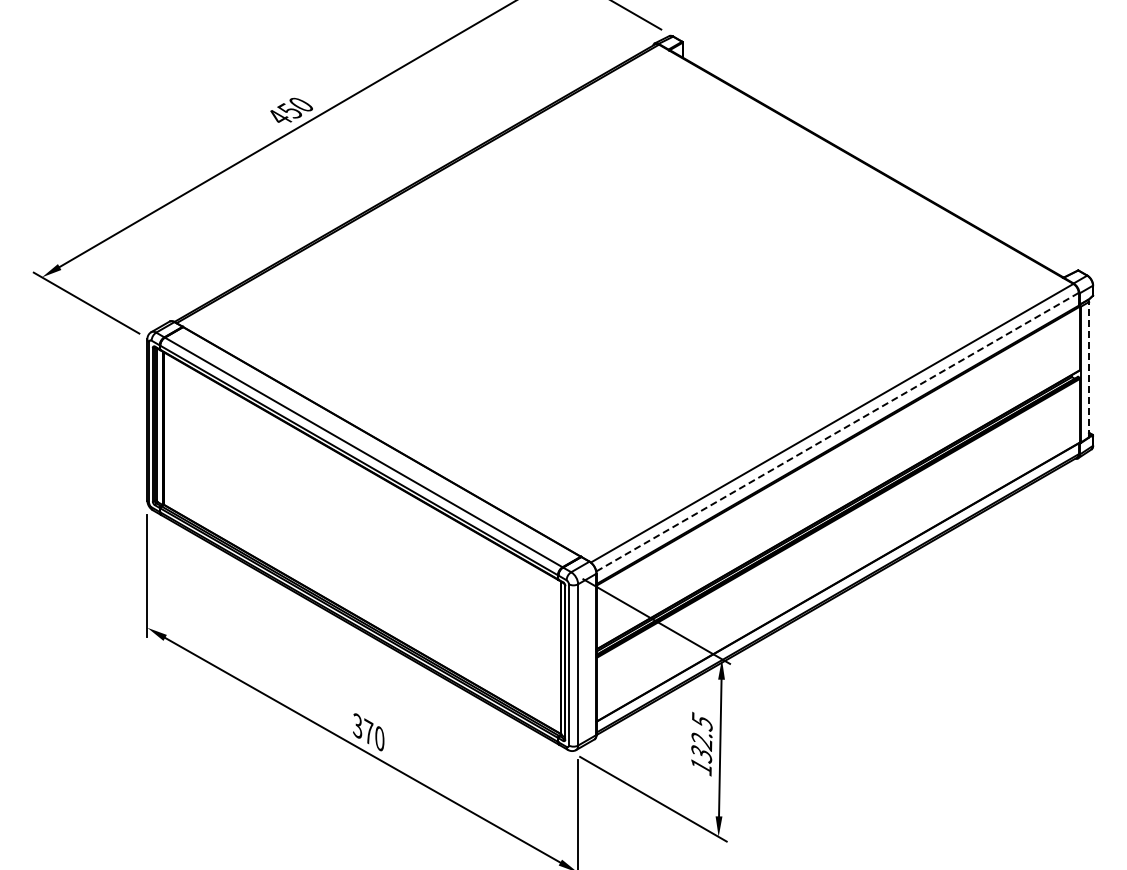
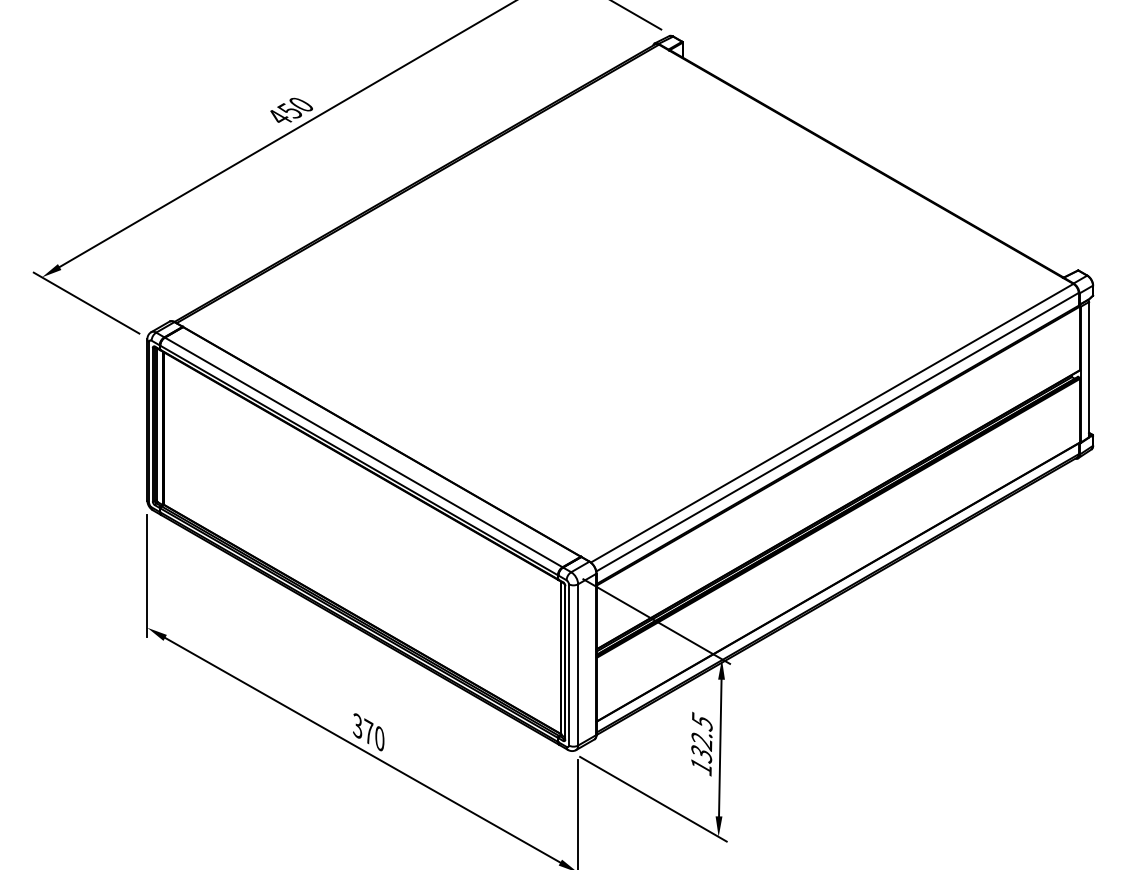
line at (1089, 369): dashed -> solid
line at (837, 431): dashed -> solid
